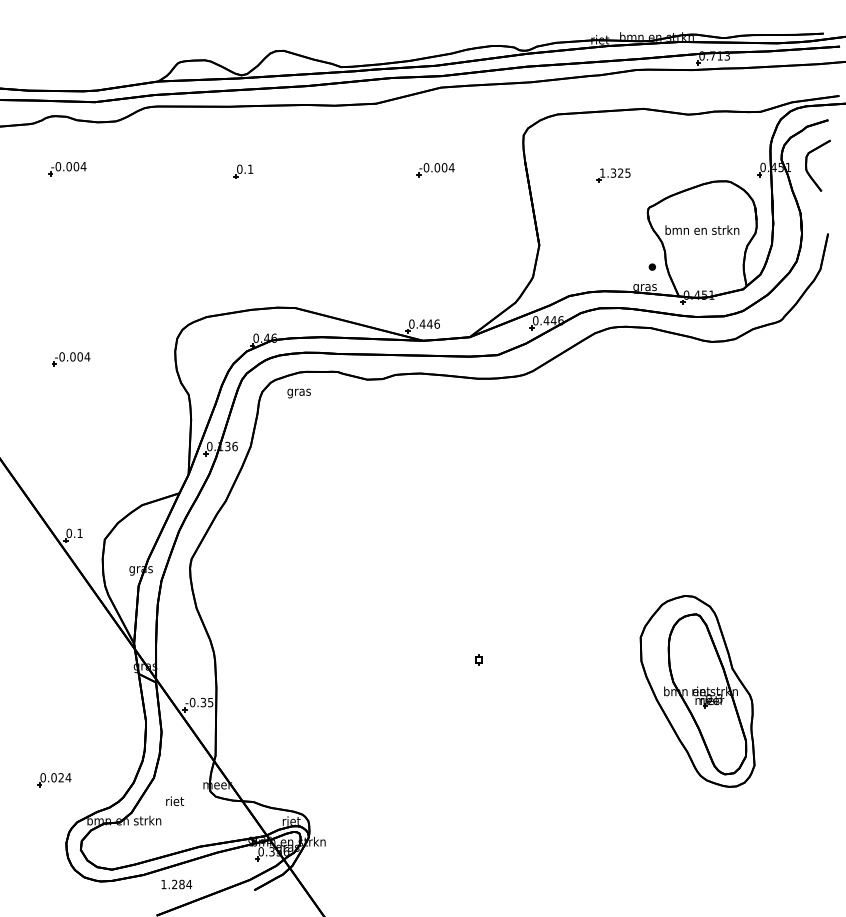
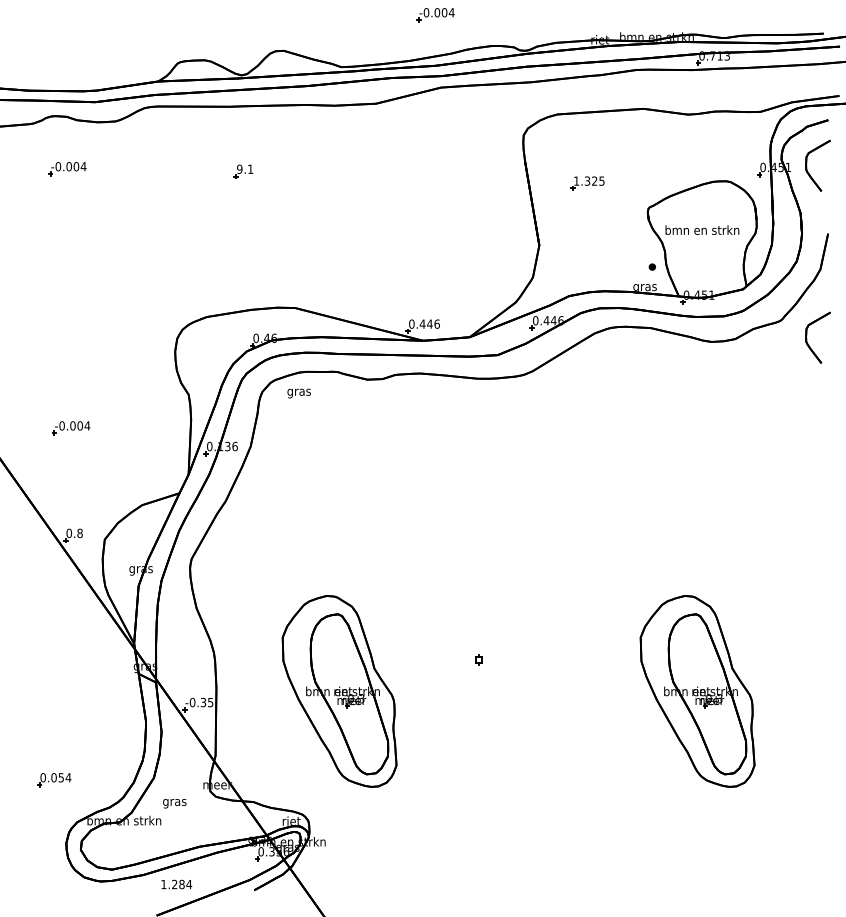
text at (239, 168): 0.1 -> 9.1
part at (435, 170) position: (435, 170) -> (435, 15)
part at (613, 175) position: (613, 175) -> (587, 183)
part at (807, 338): none -> present
part at (71, 359) position: (71, 359) -> (71, 428)
text at (79, 533): 0.1 -> 0.8
part at (339, 691): none -> present
text at (60, 777): 0.024 -> 0.054
text at (174, 802): riet -> gras
